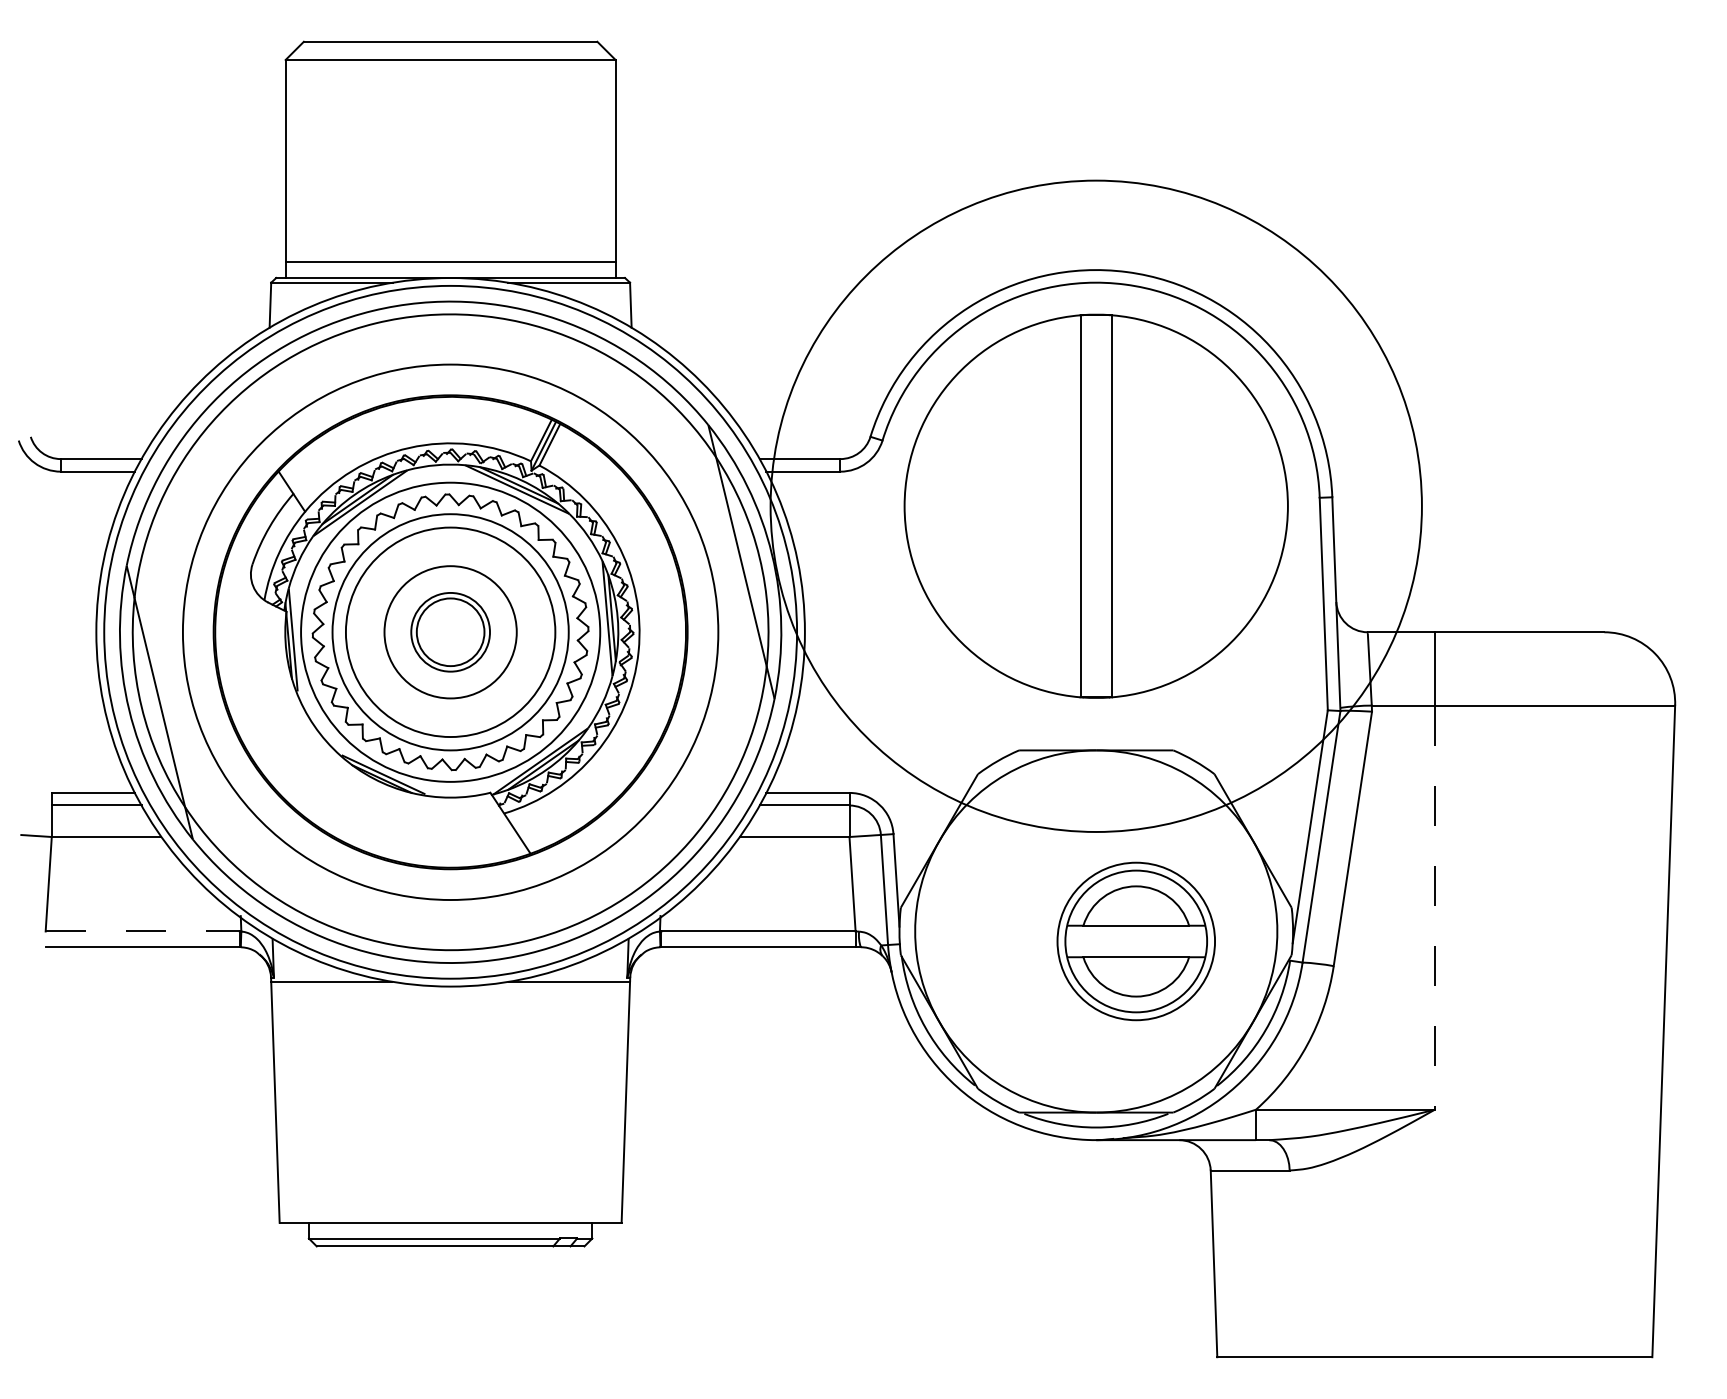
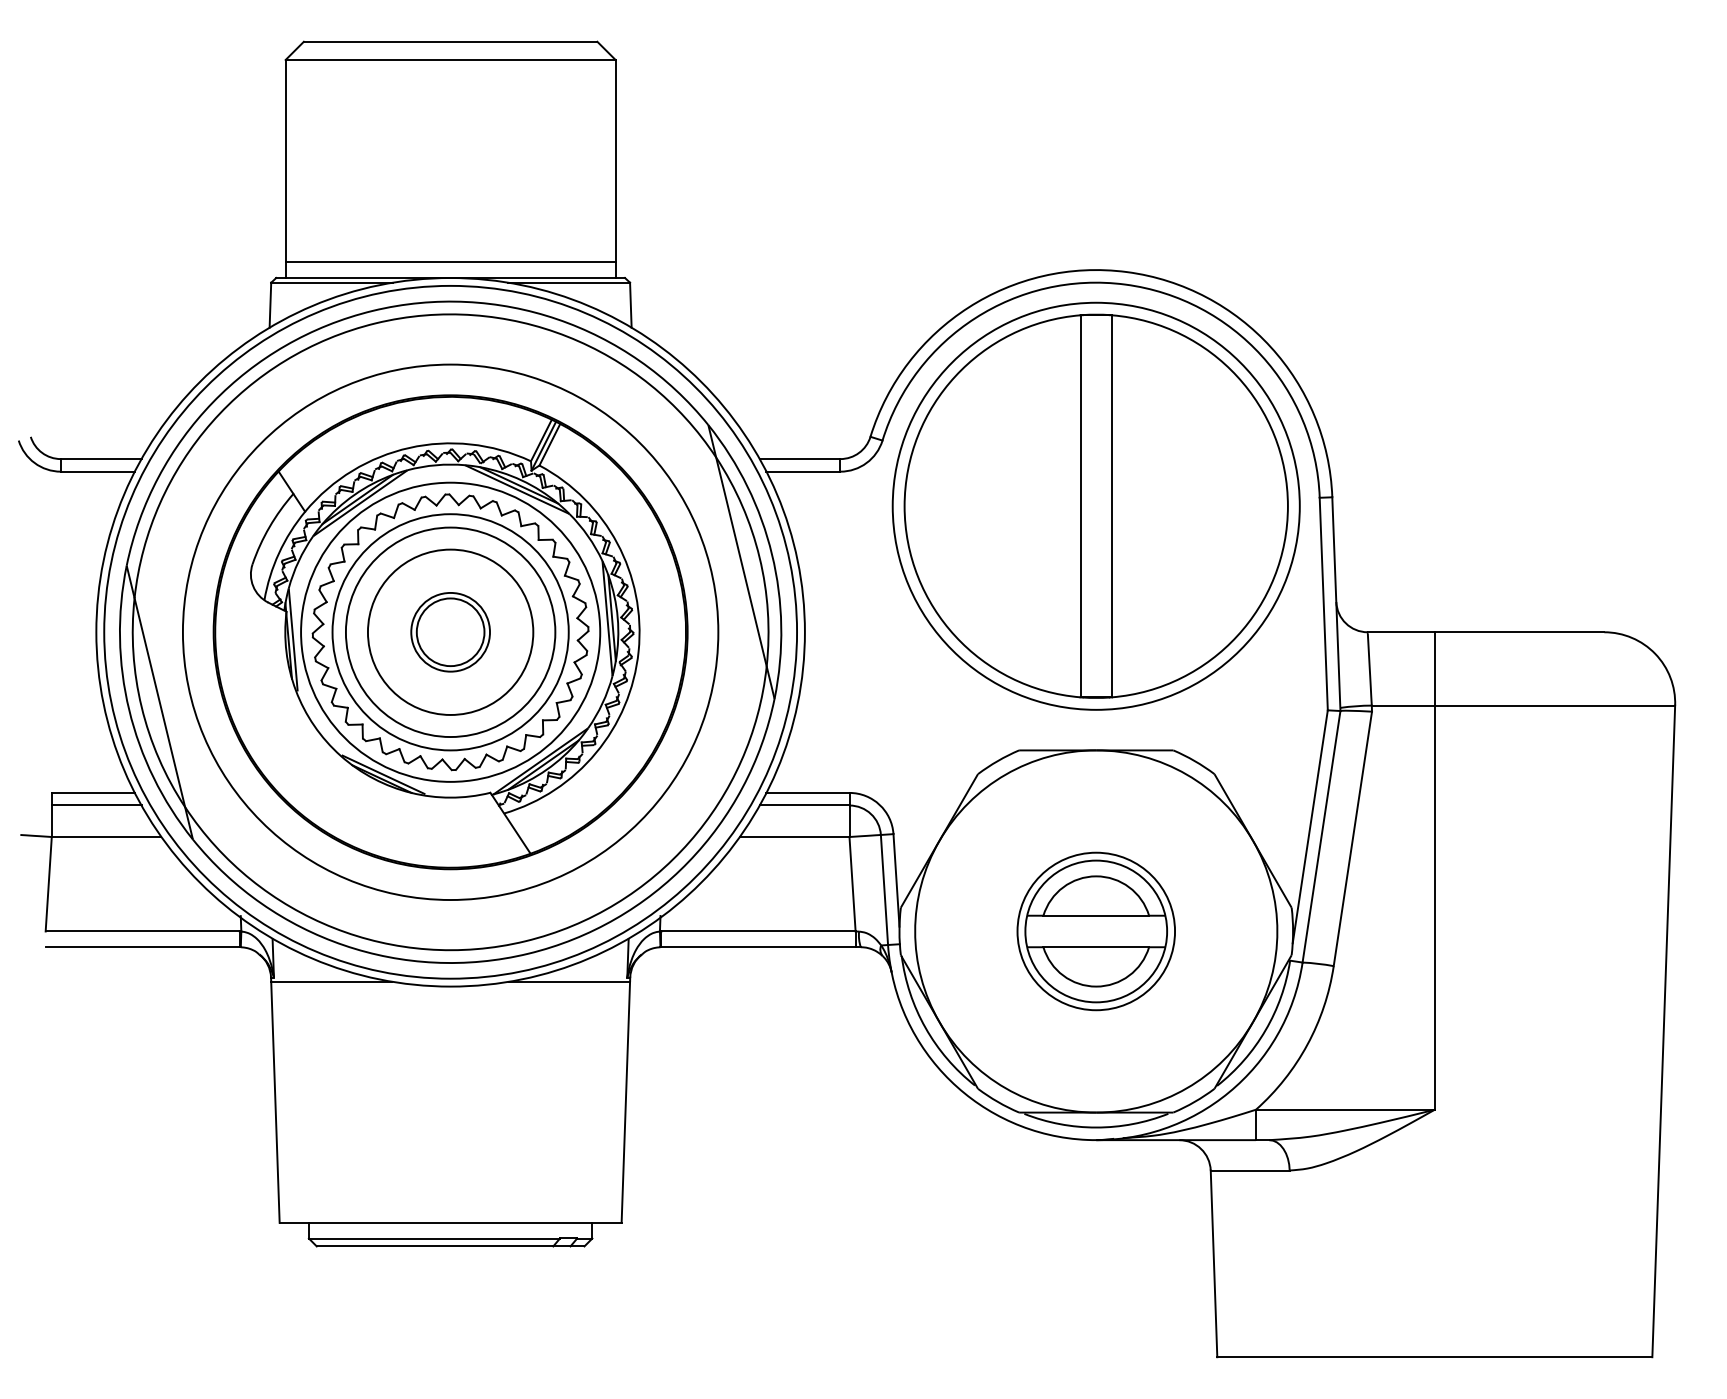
circle at (1095, 505) diameter: 651 px -> 407 px
circle at (450, 632) diameter: 132 px -> 165 px
line at (1434, 908): dashed -> solid
line at (143, 931): dashed -> solid
part at (1135, 941) position: (1135, 941) -> (1095, 931)
